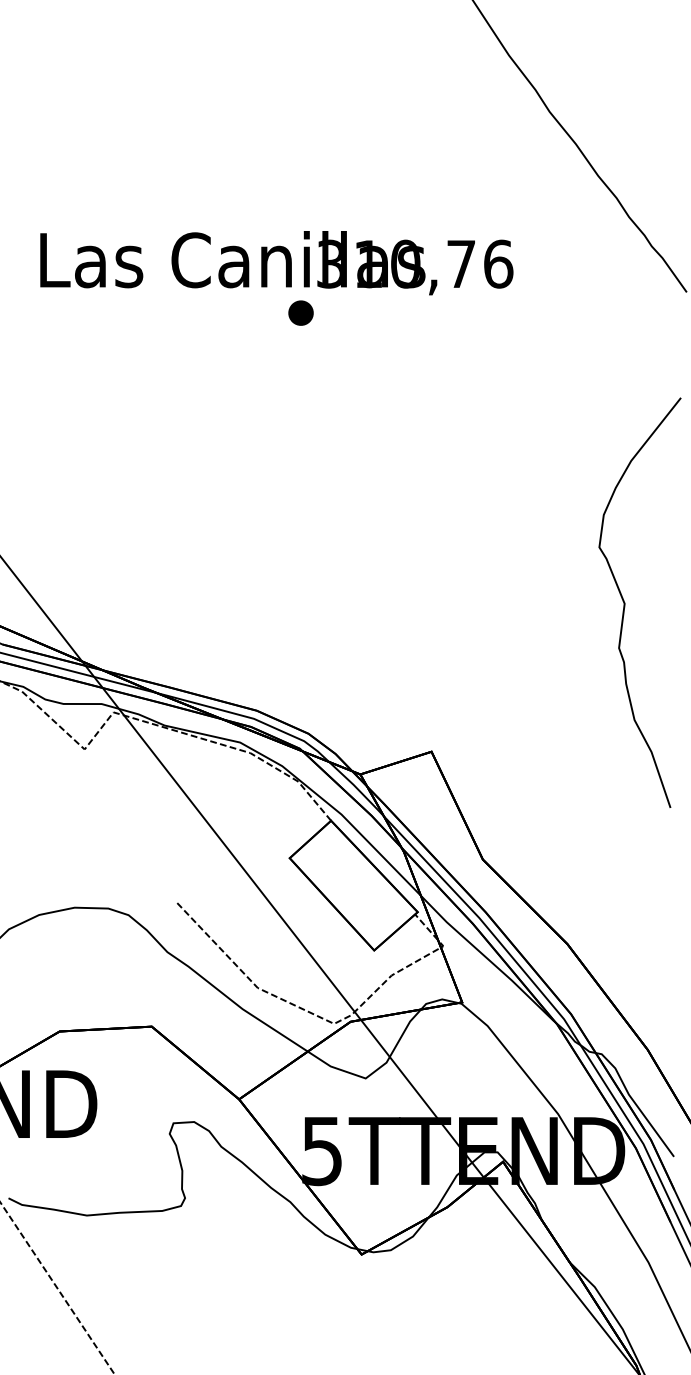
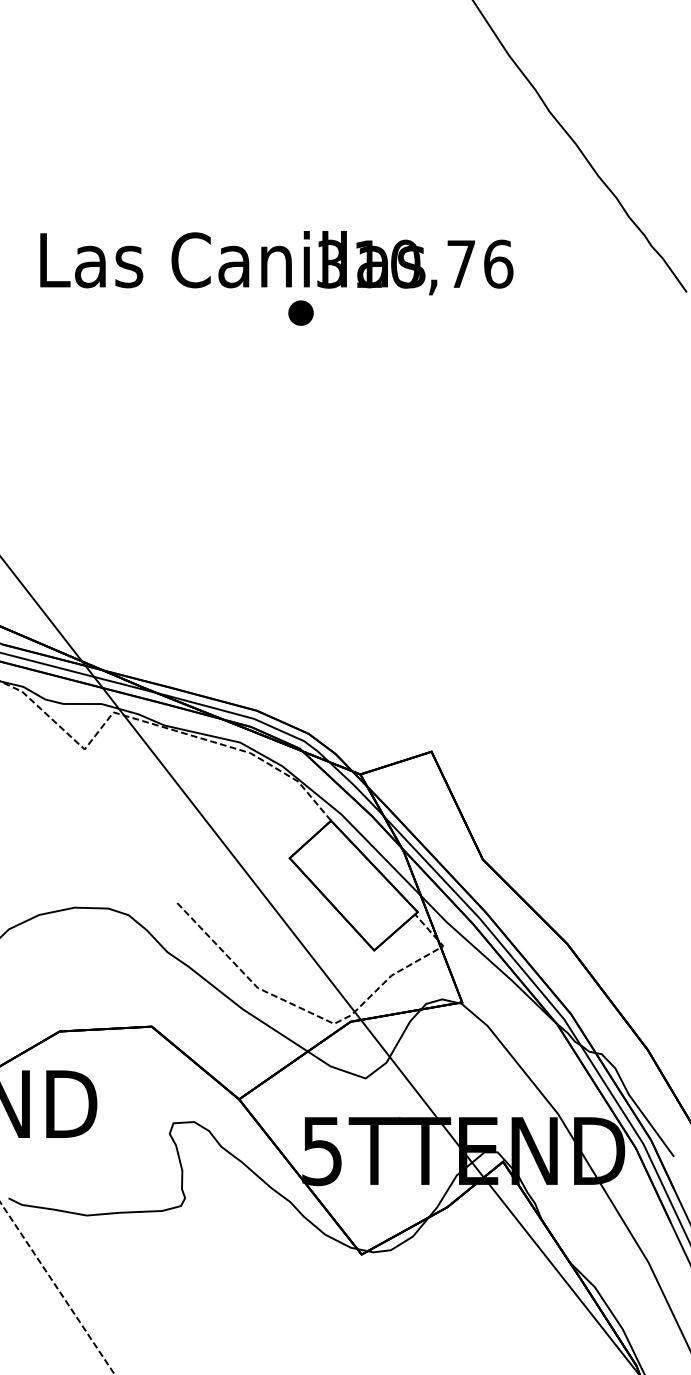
curve at (625, 602): present -> none
